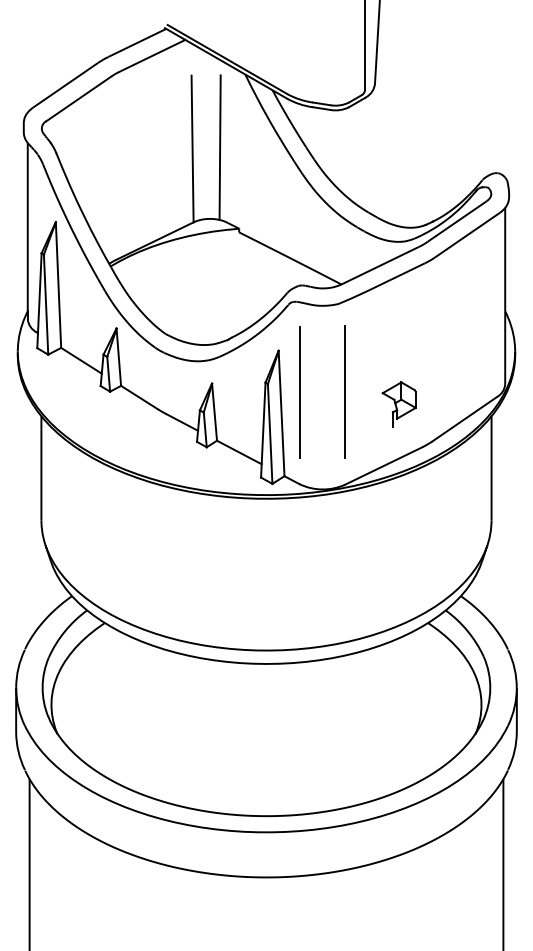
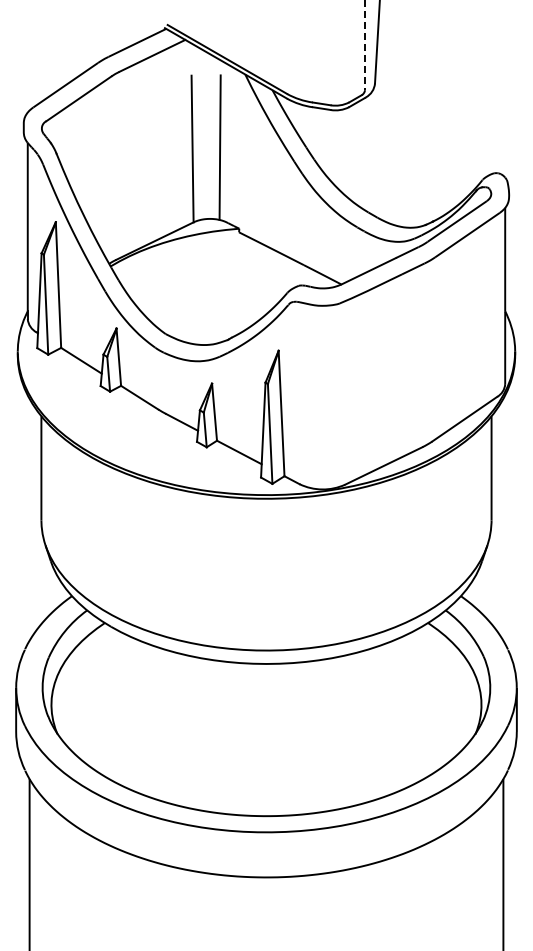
line at (364, 45): solid -> dashed
line at (345, 391): present -> none
line at (299, 392): present -> none
part at (398, 404): present -> none
